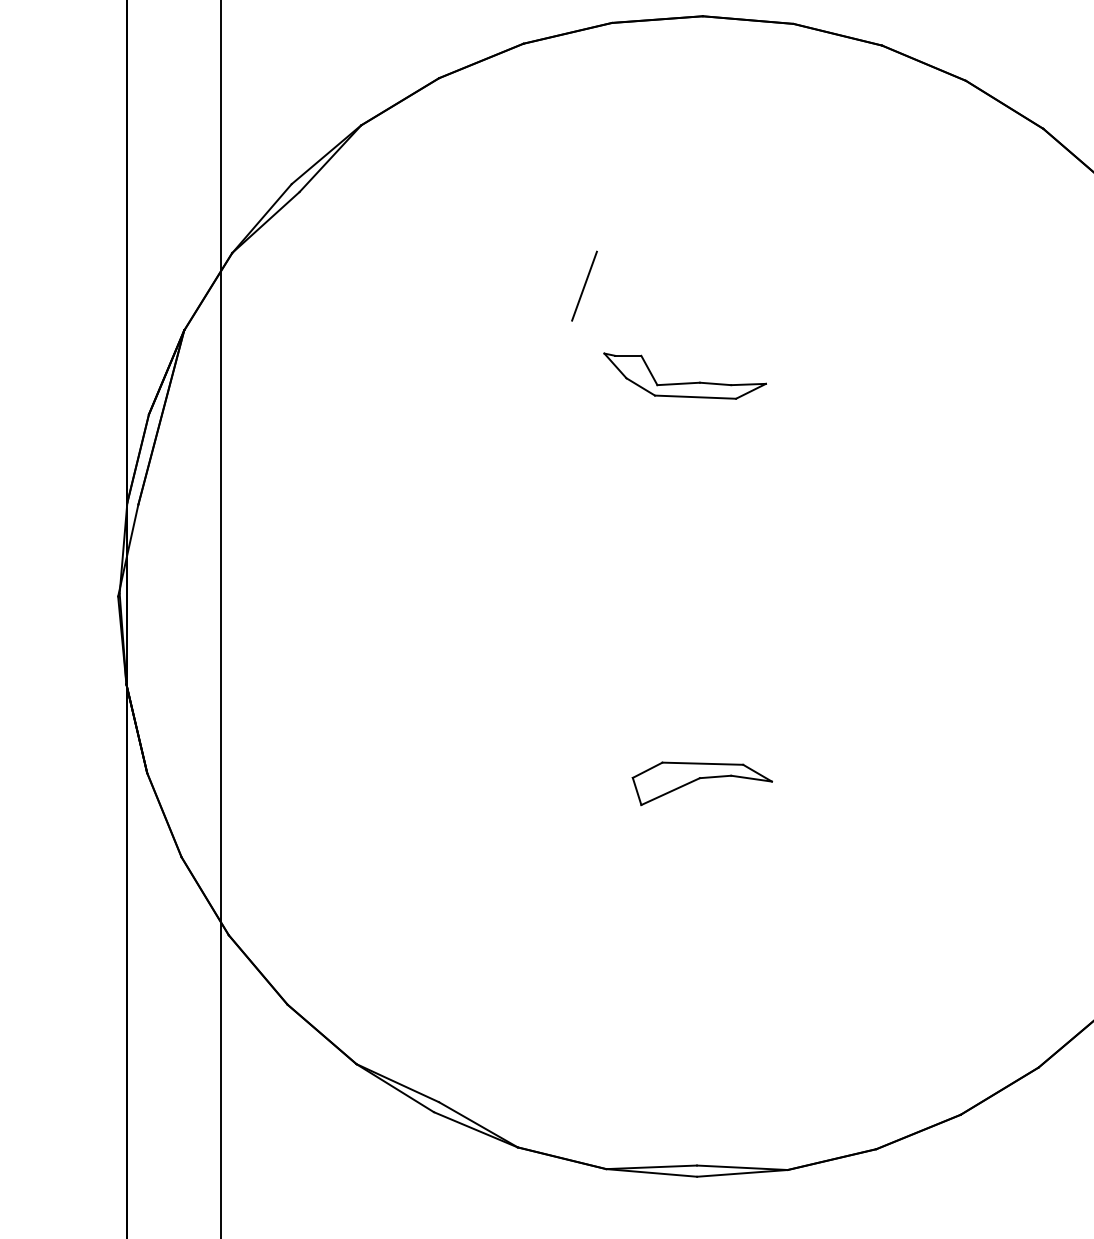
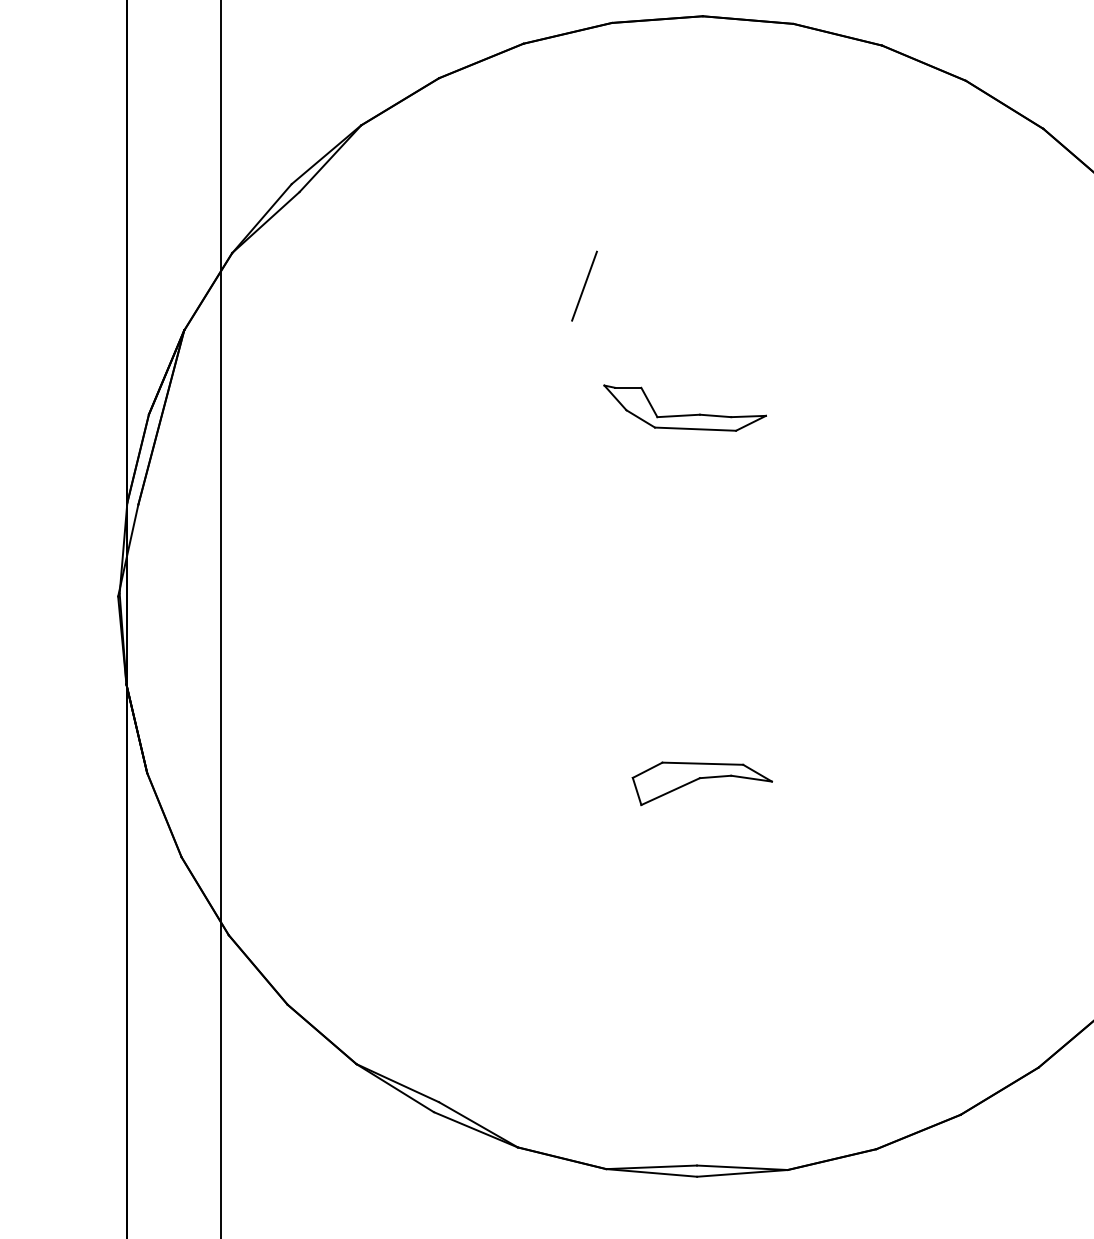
part at (684, 382) position: (684, 382) -> (684, 414)
